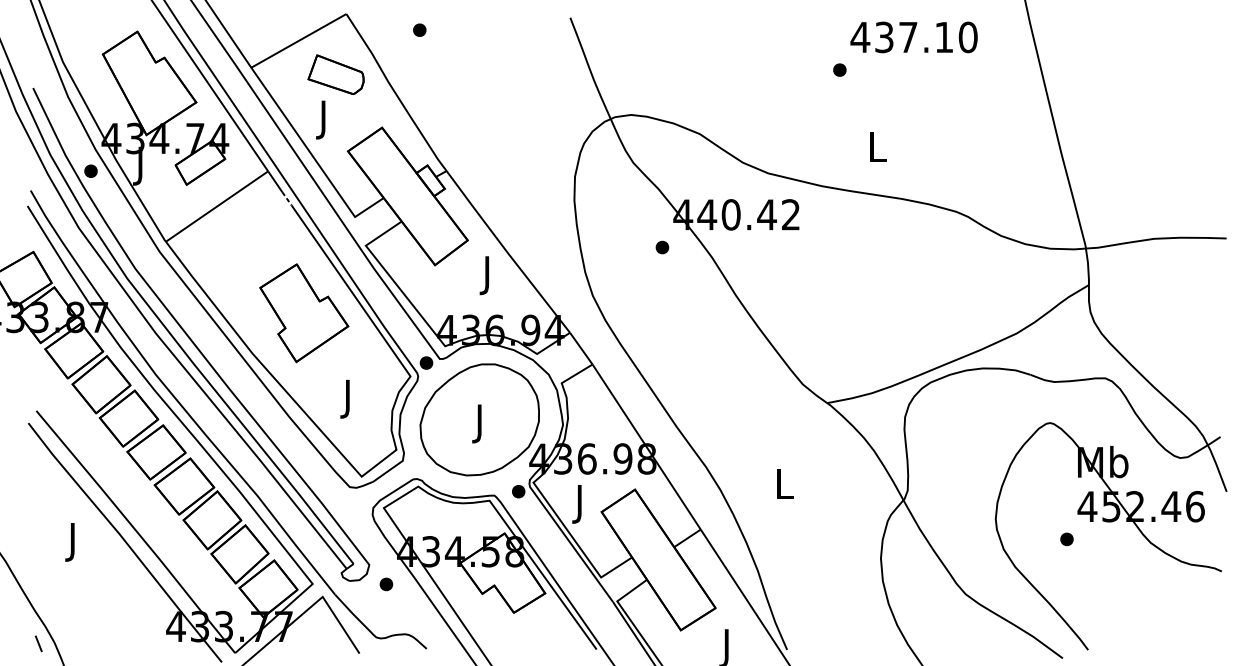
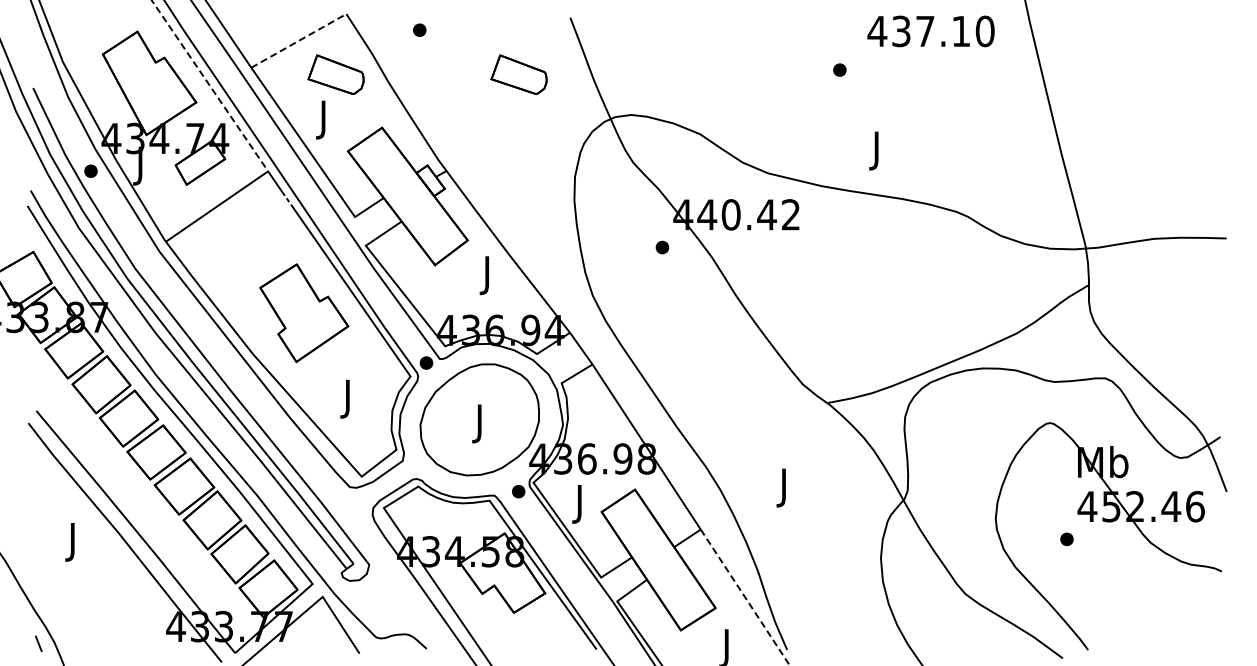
text at (913, 37) position: (913, 37) -> (930, 31)
line at (298, 40): solid -> dashed
part at (518, 74): none -> present
line at (210, 86): solid -> dashed
text at (877, 150): L -> J
text at (784, 487): L -> J
part at (386, 584): present -> none
line at (745, 597): solid -> dashed
